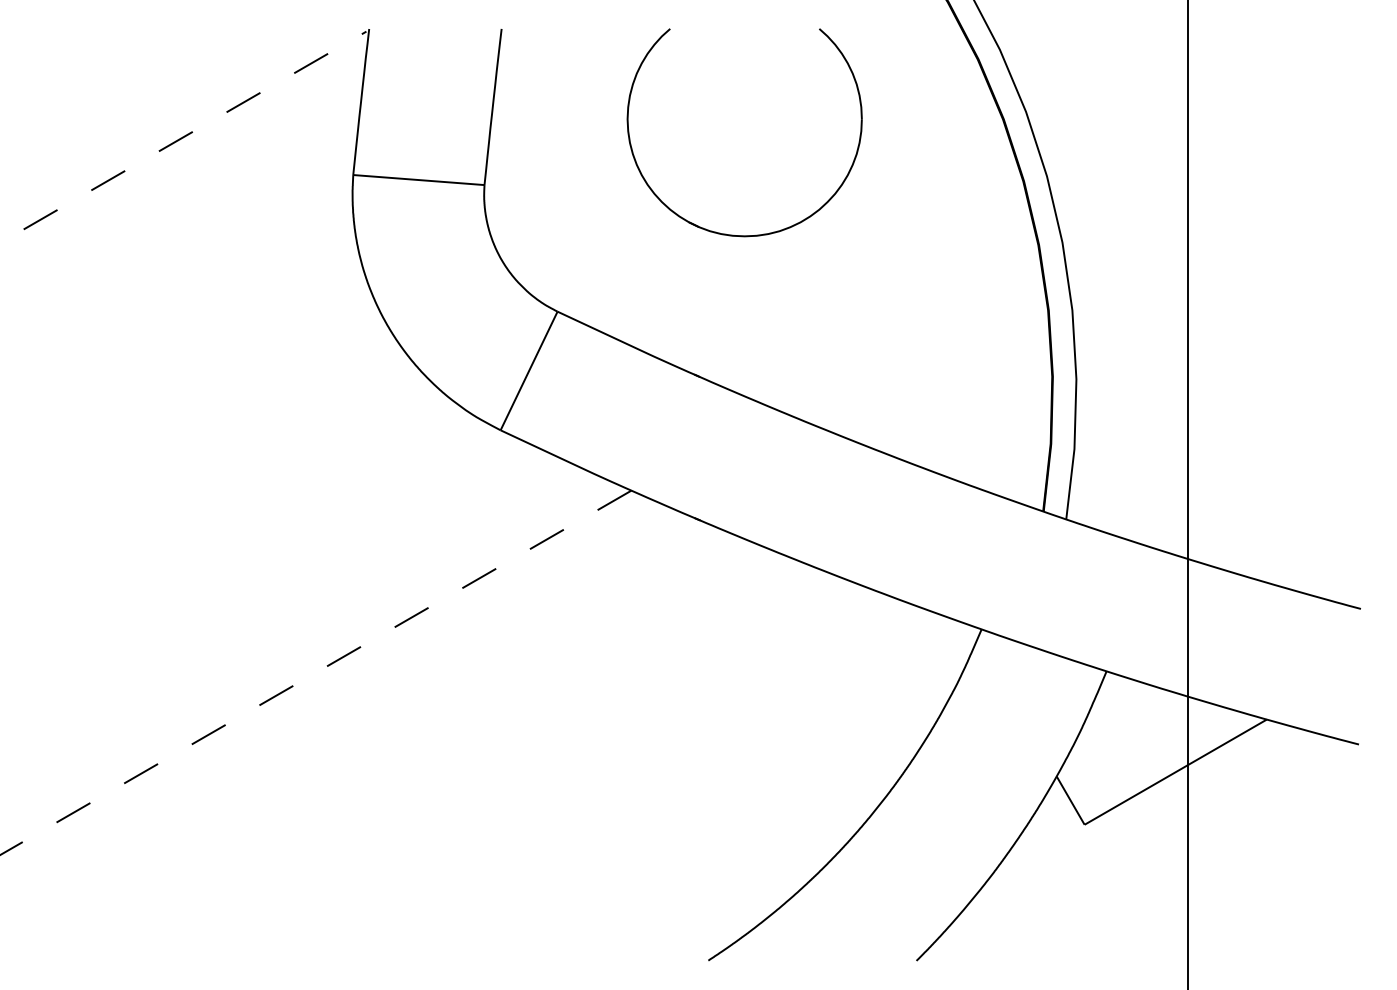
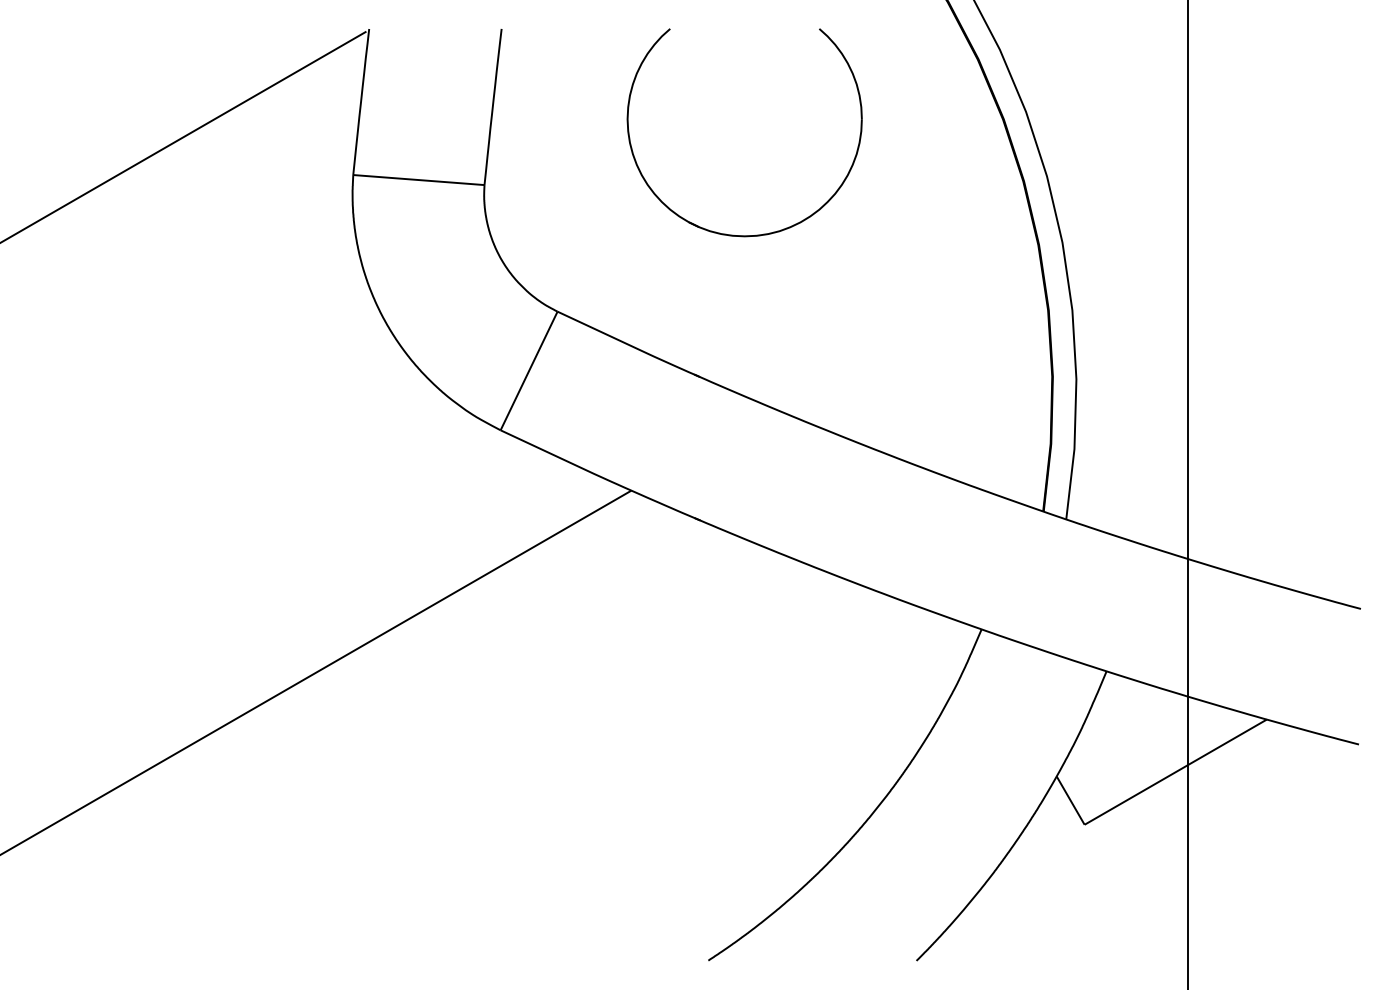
line at (183, 137): dashed -> solid
line at (315, 673): dashed -> solid
